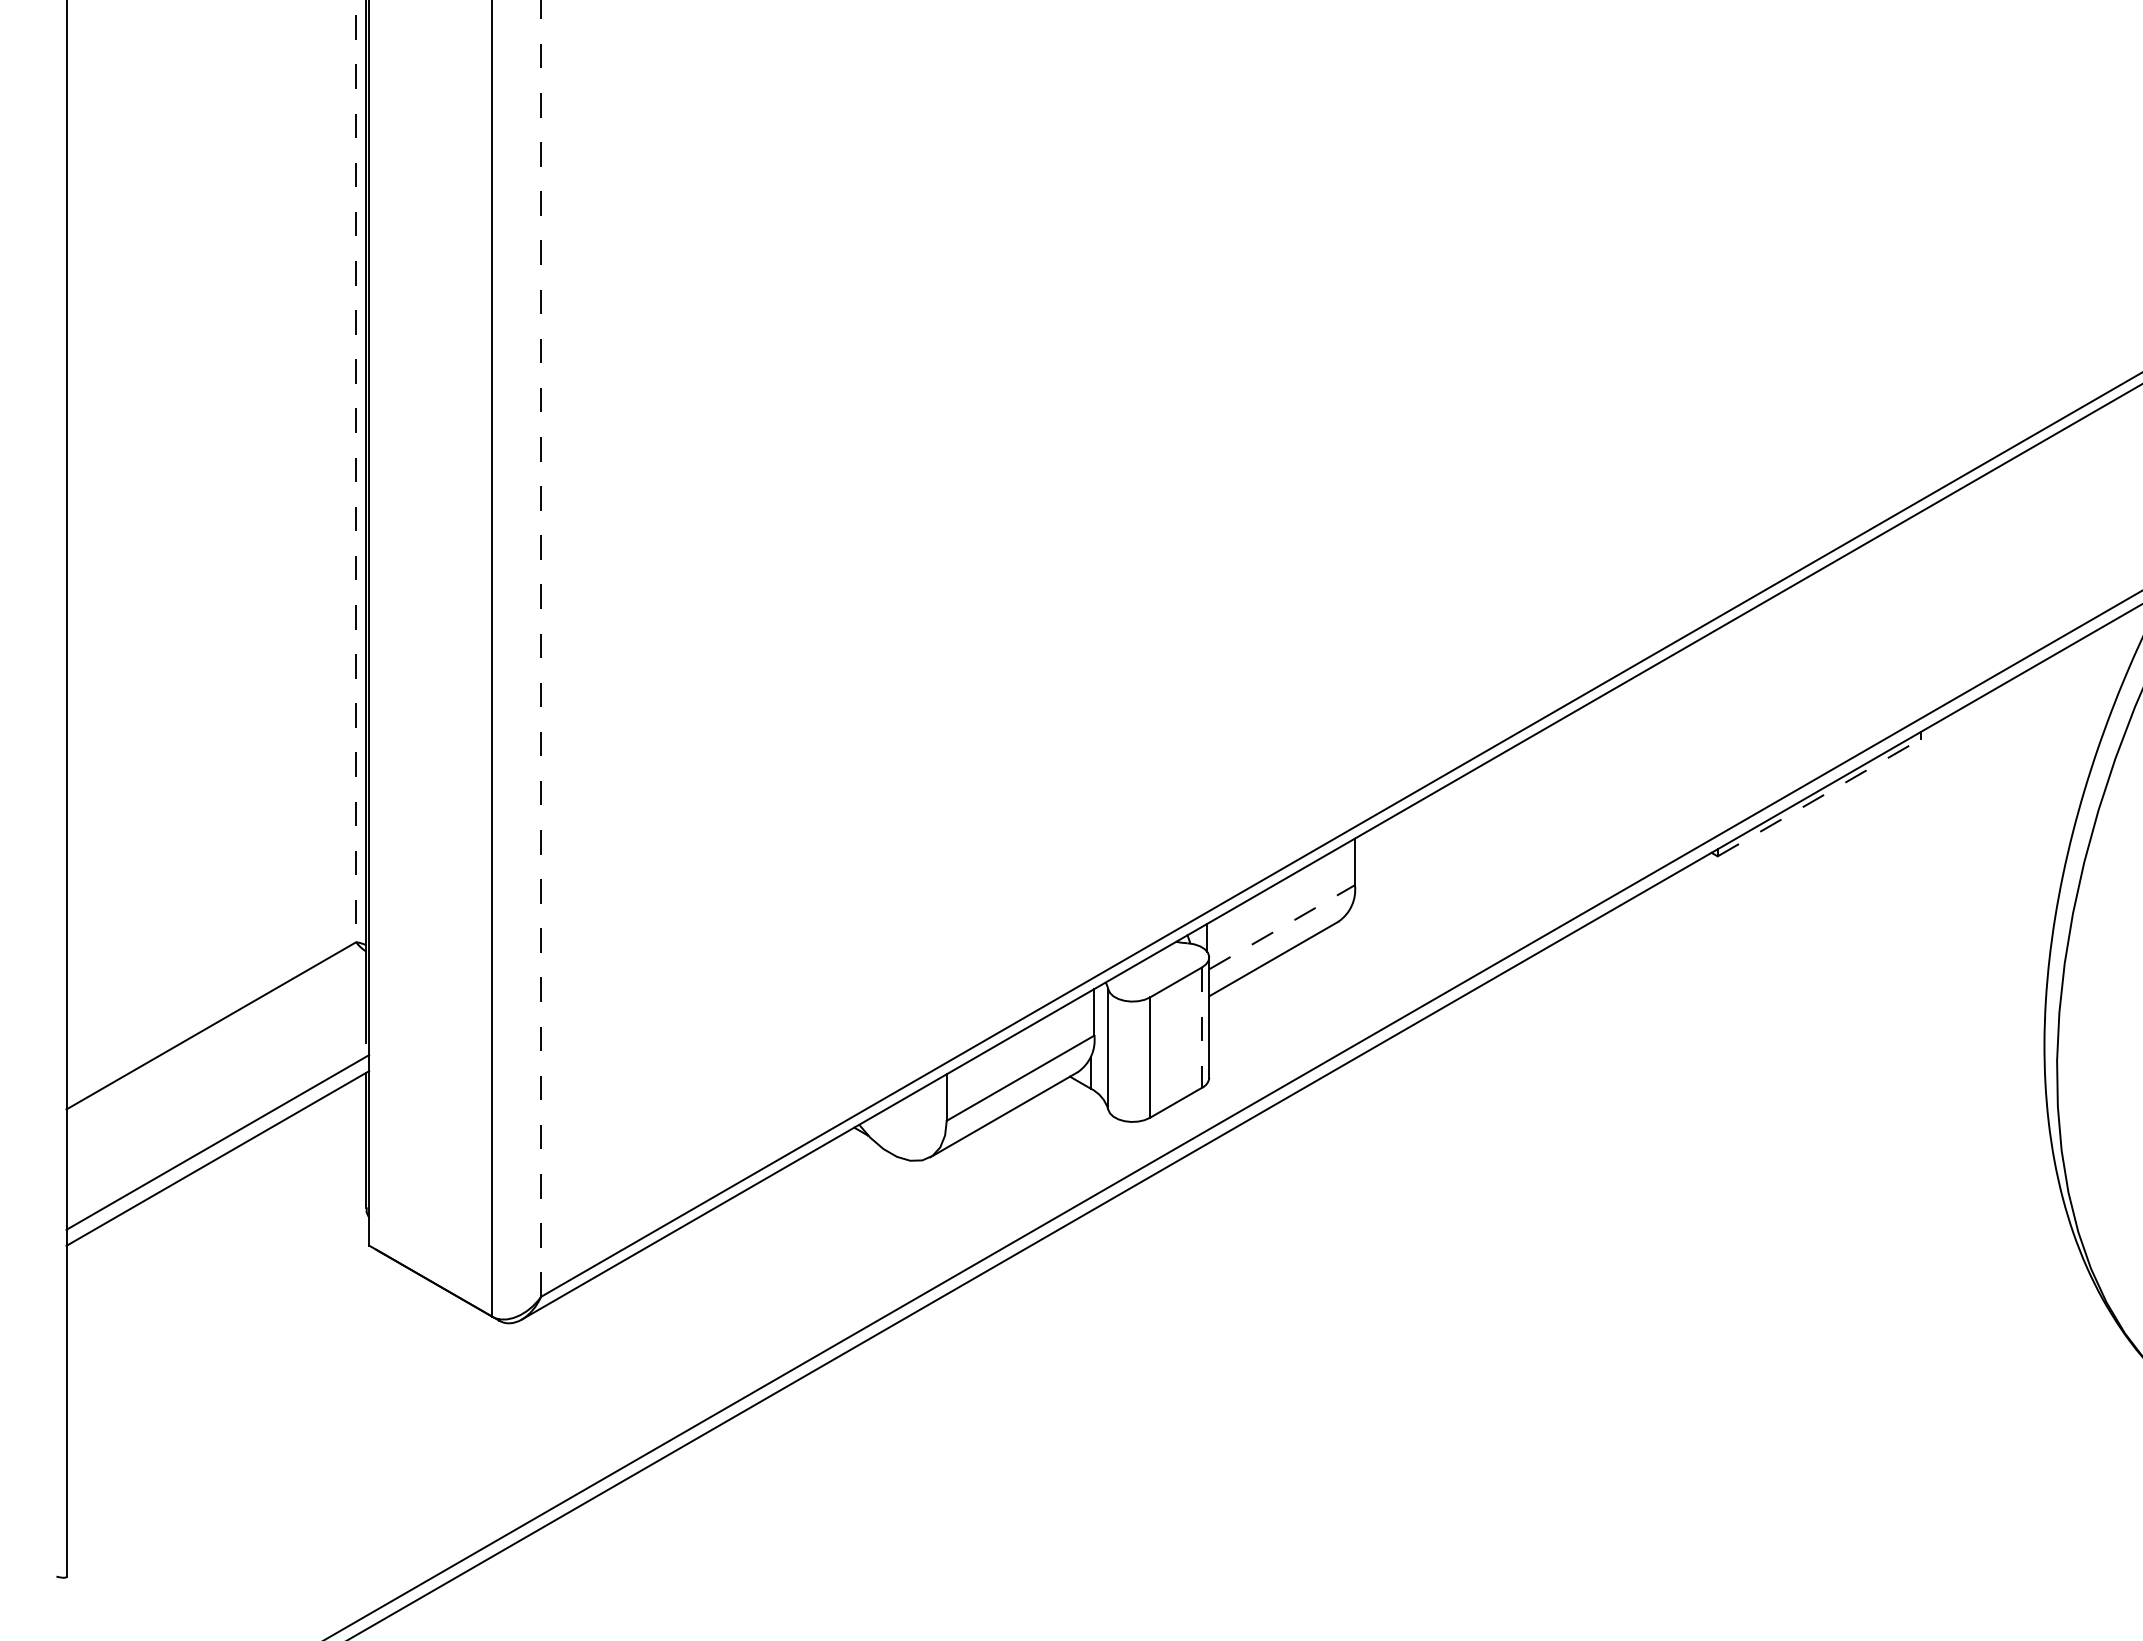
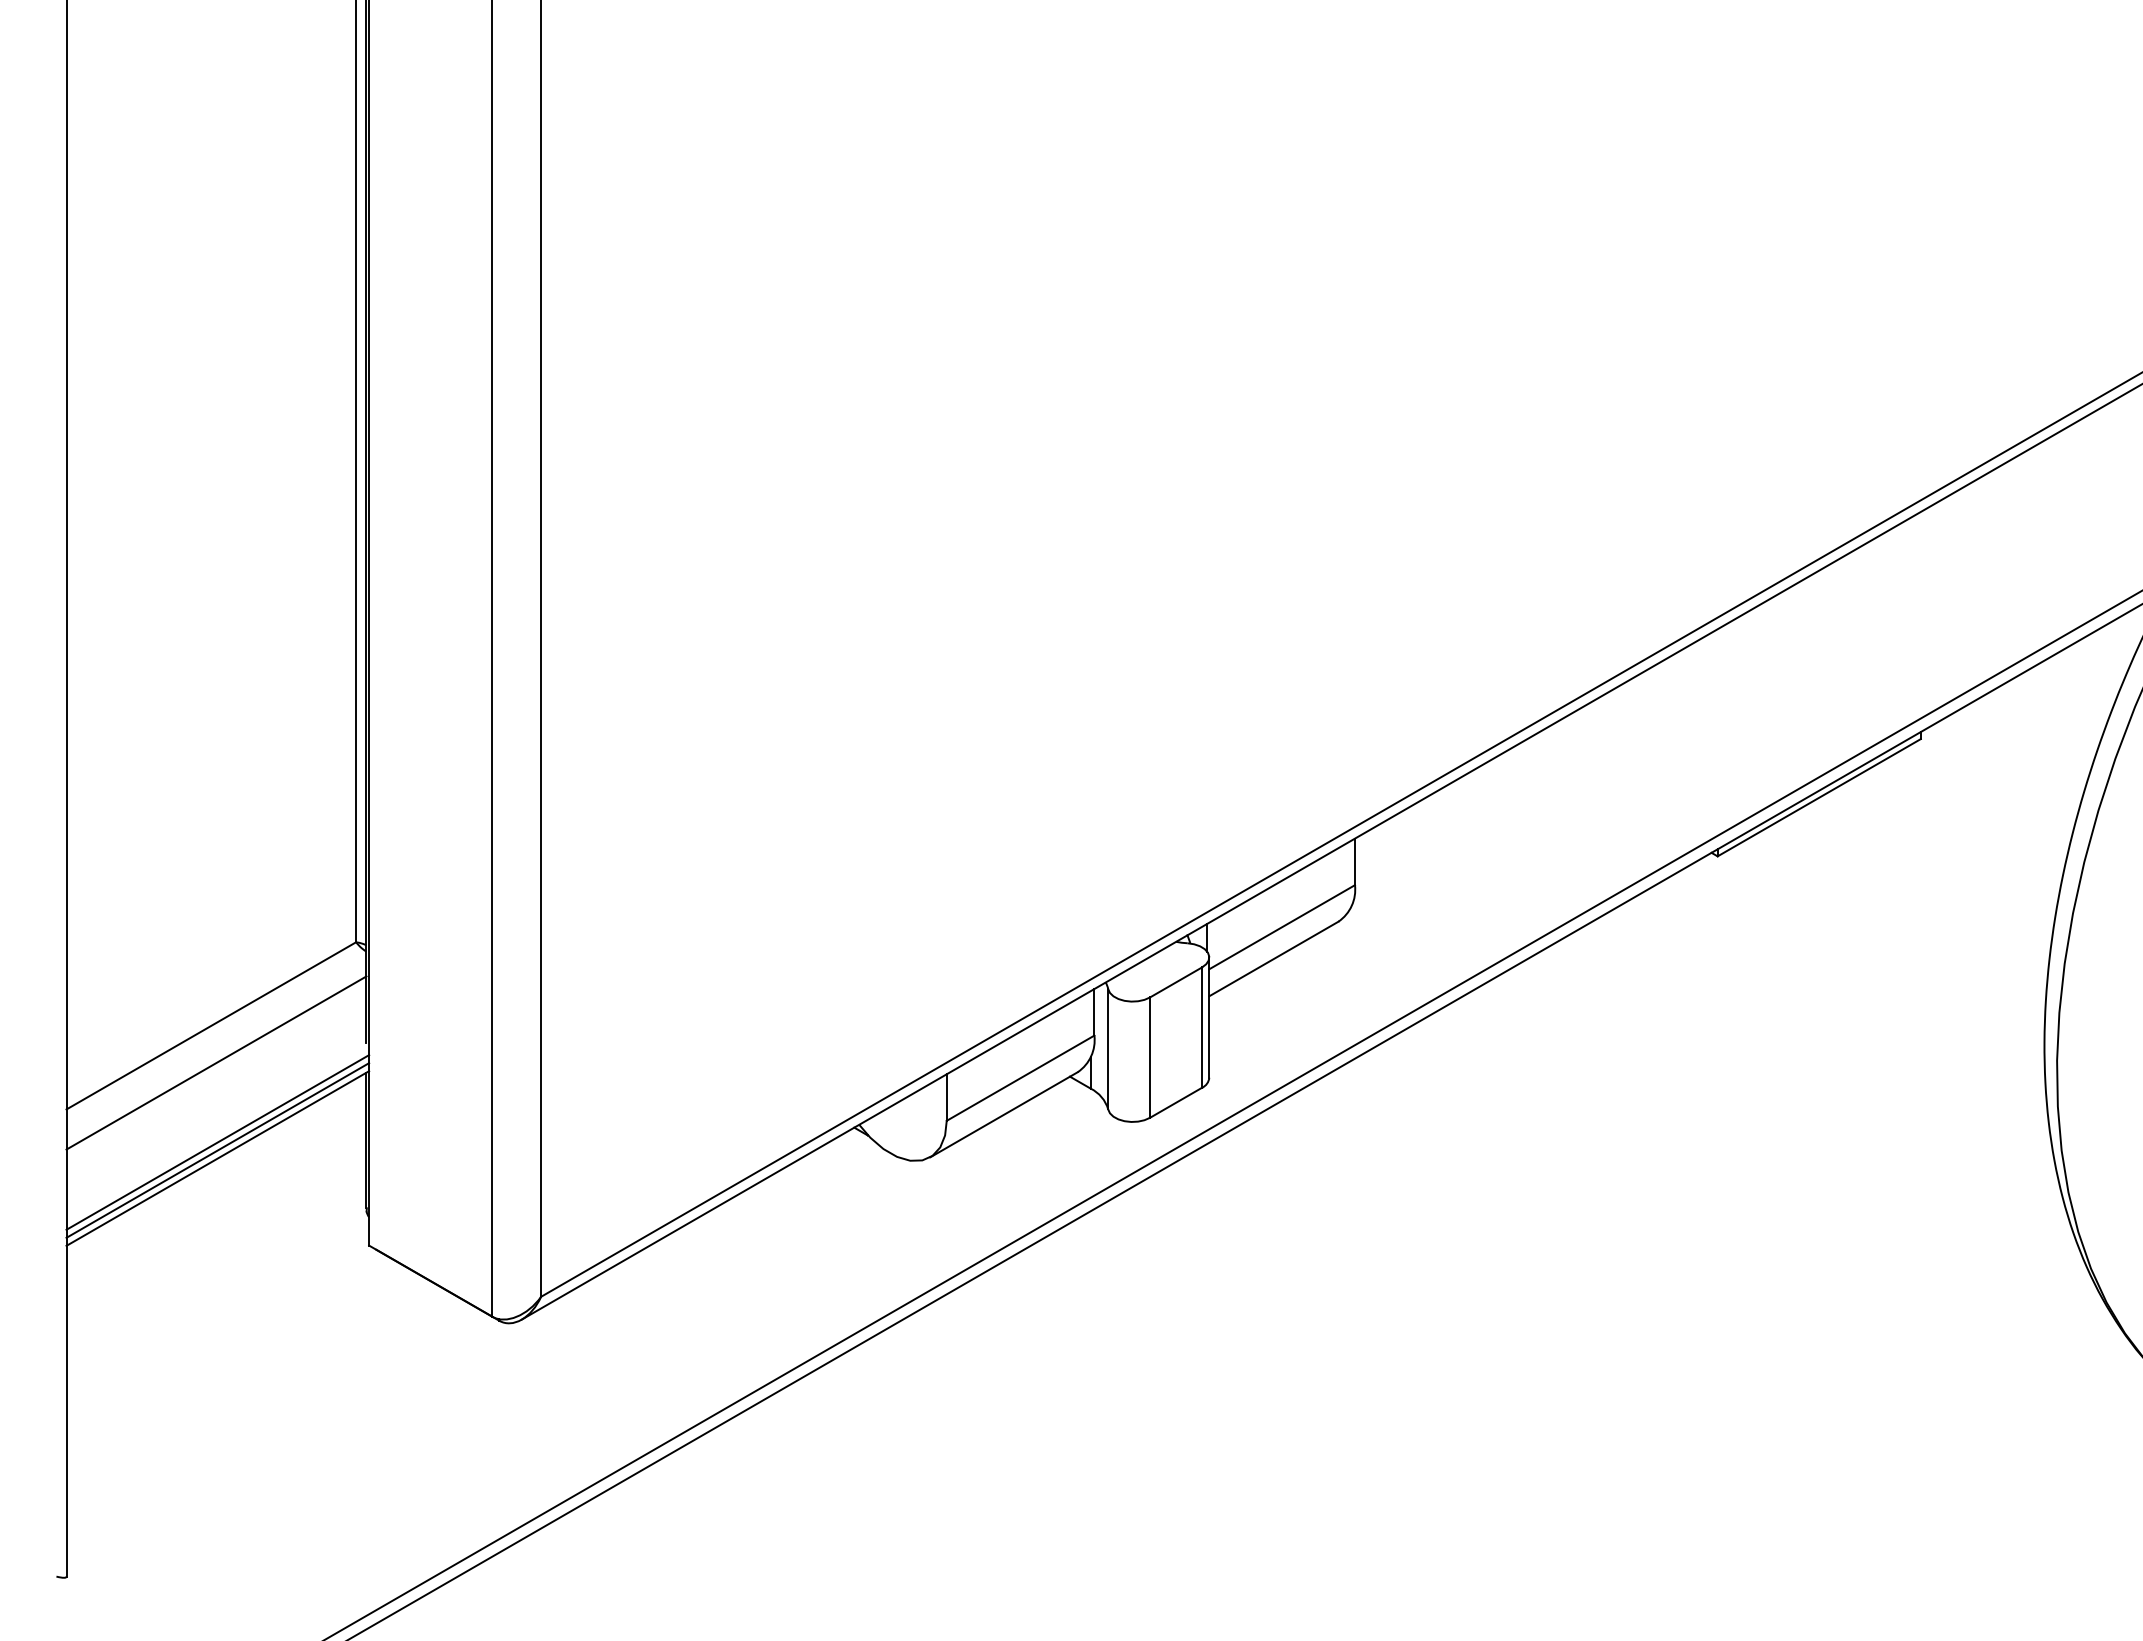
line at (356, 471): dashed -> solid
line at (541, 648): dashed -> solid
line at (1819, 797): dashed -> solid
line at (1282, 926): dashed -> solid
line at (1202, 1028): dashed -> solid
line at (216, 1062): none -> present
line at (217, 1150): none -> present
